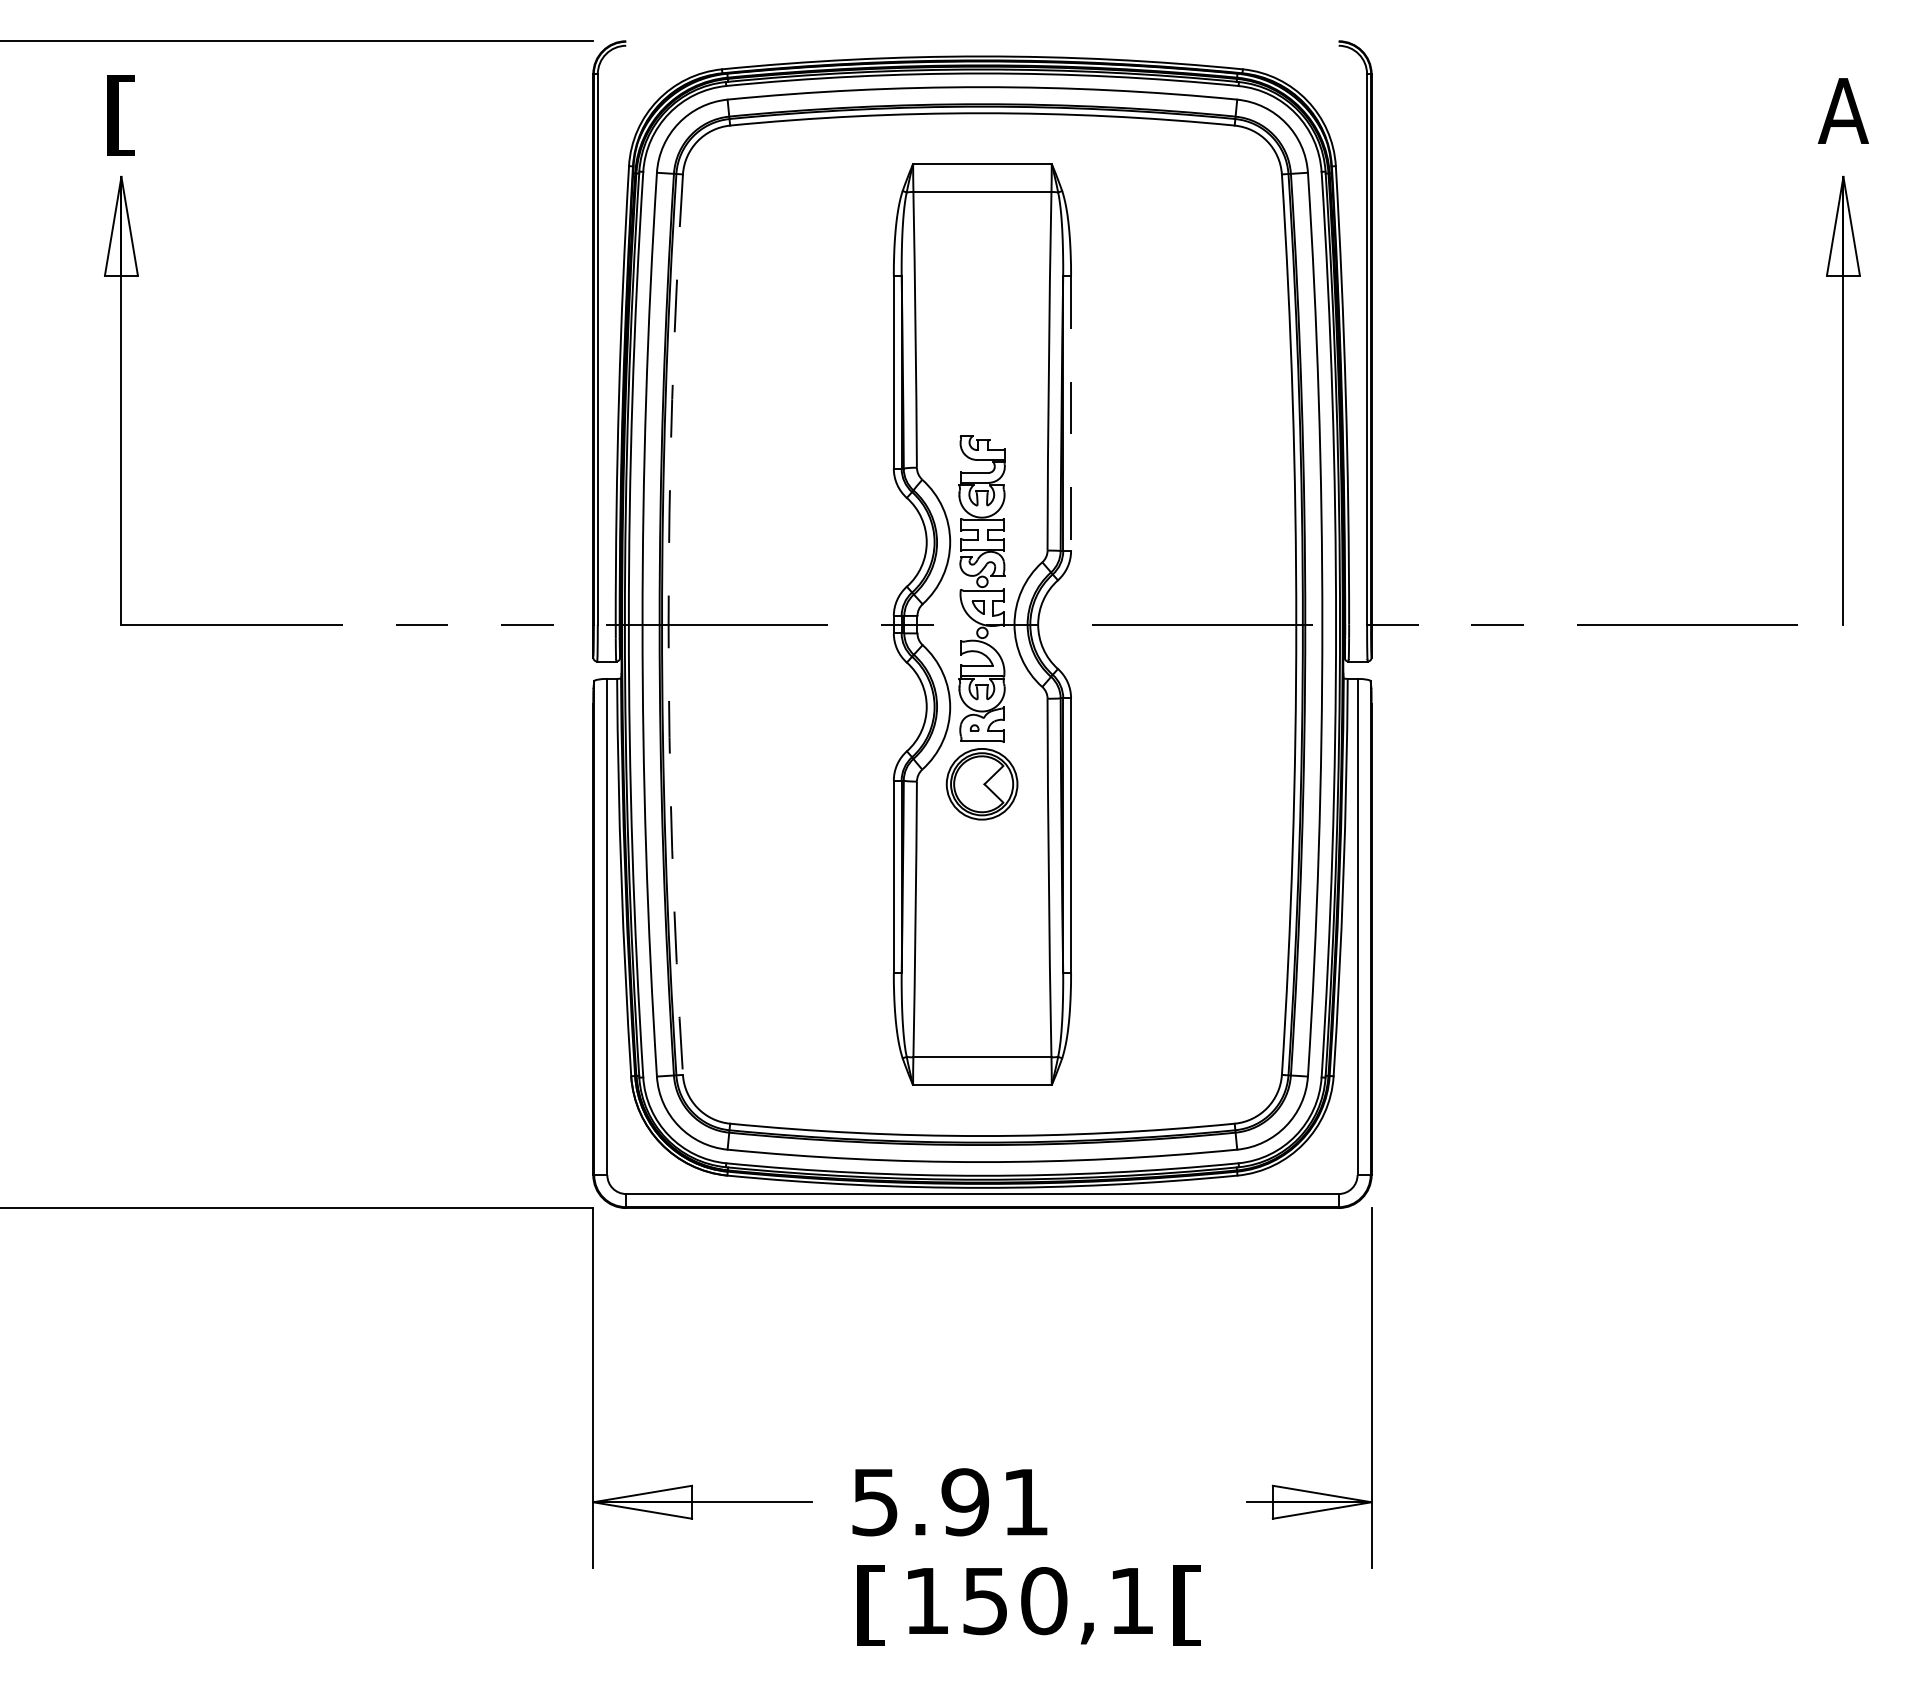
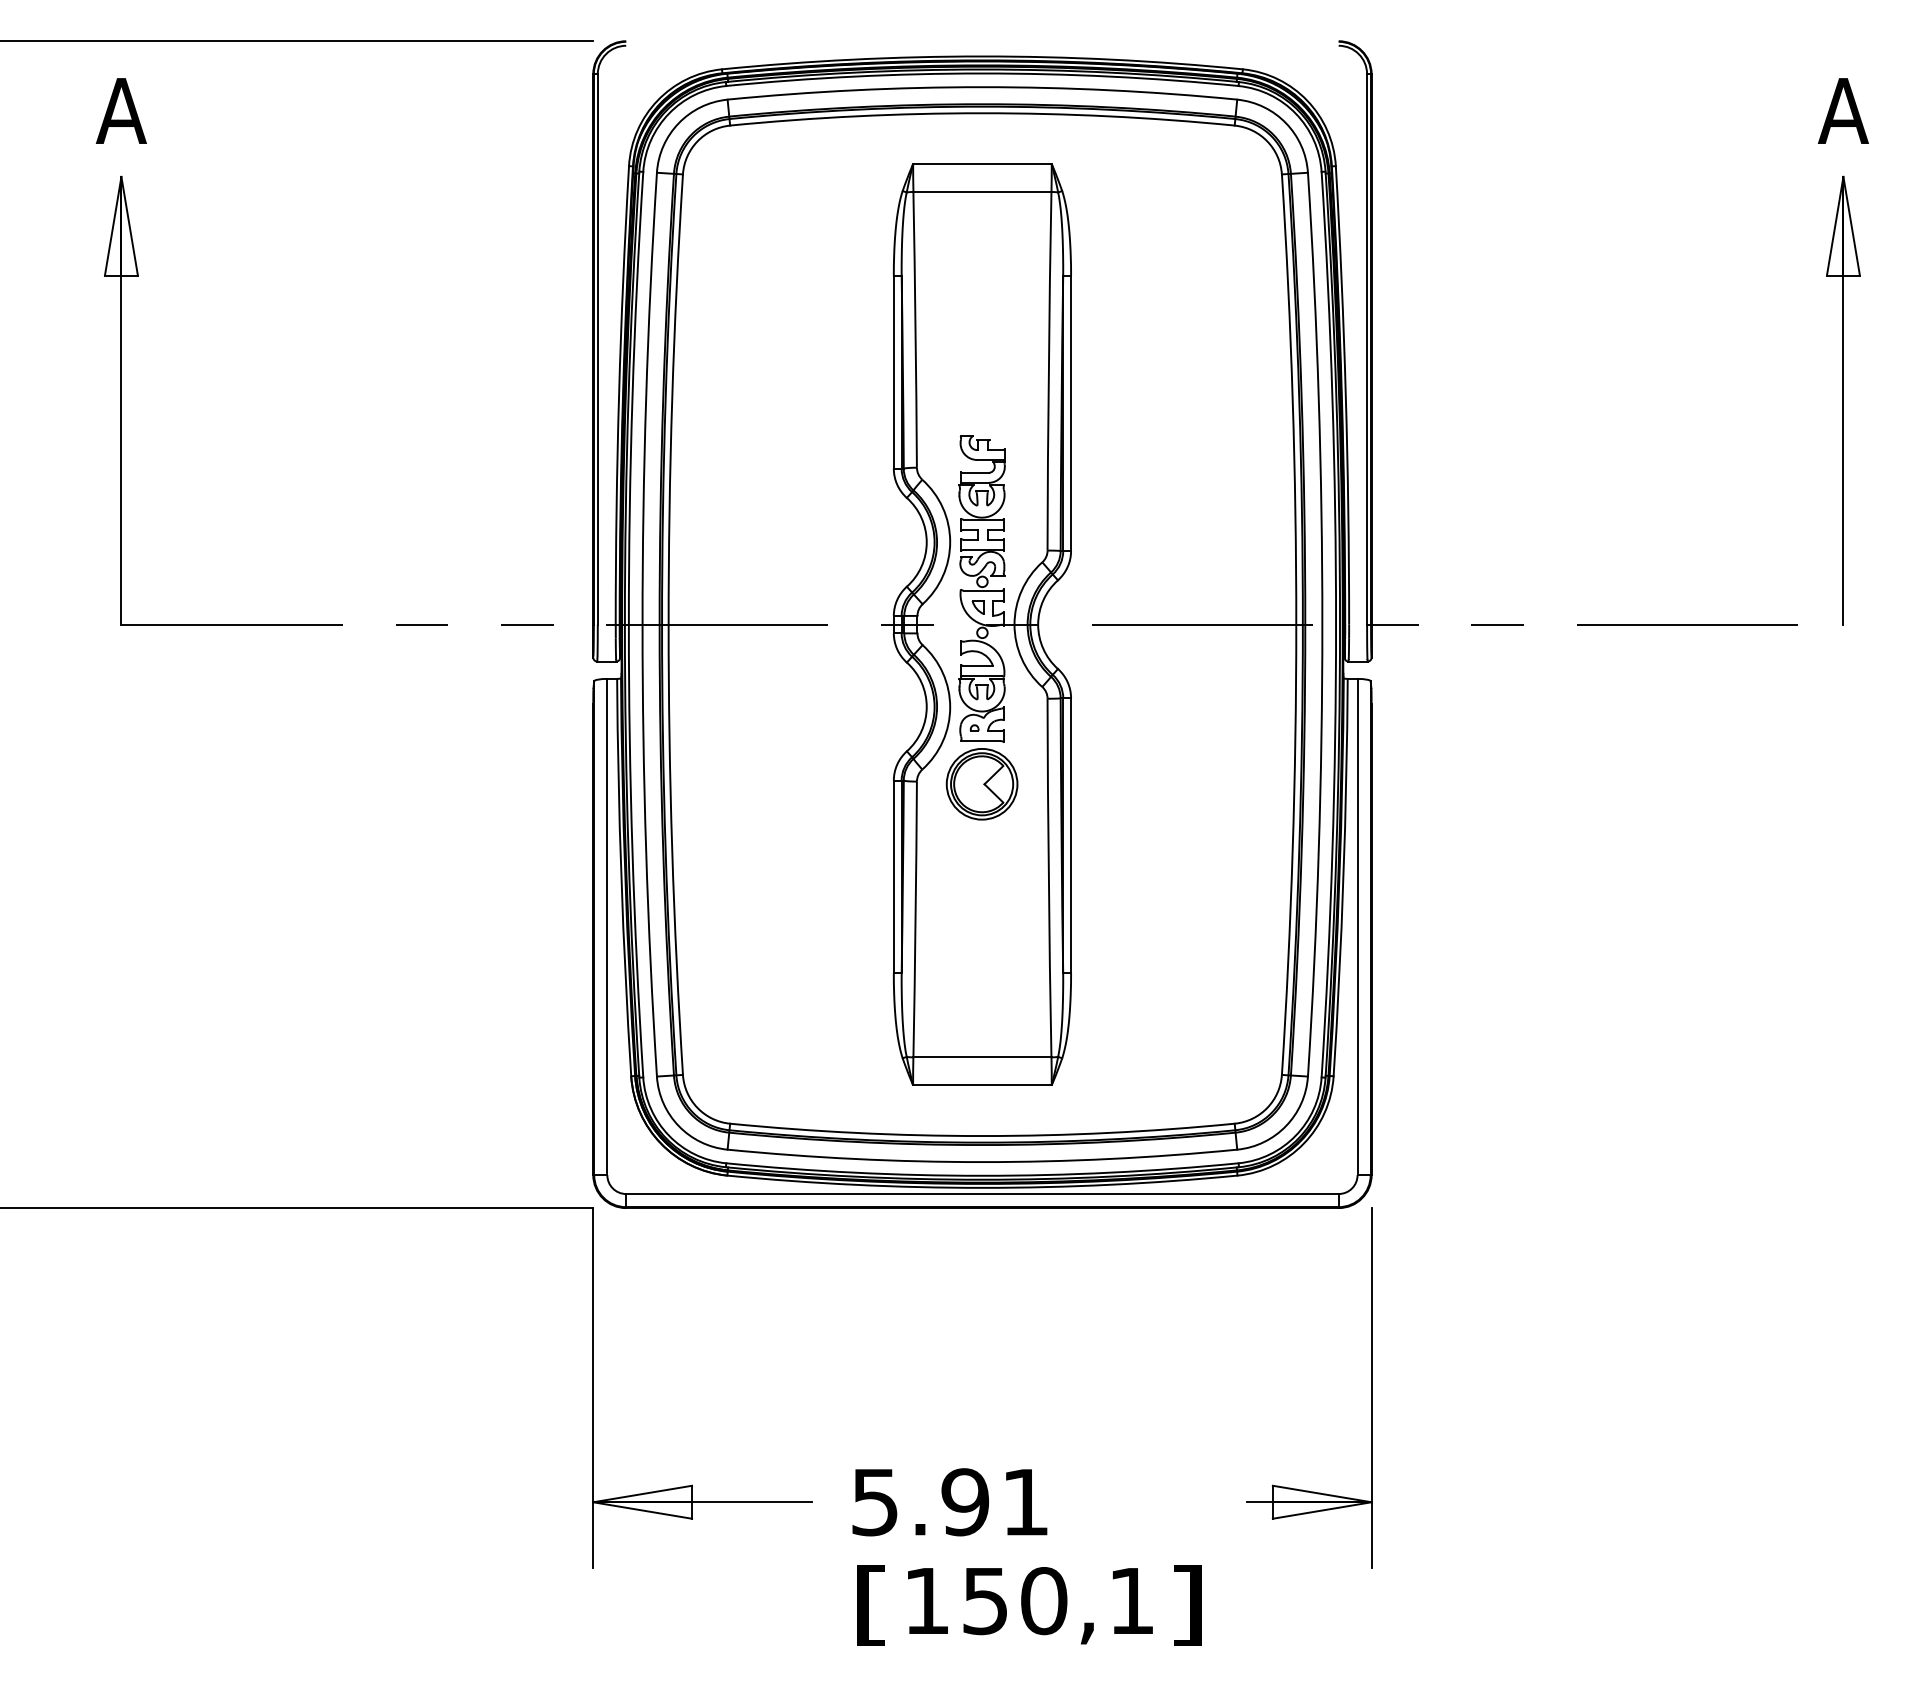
text at (120, 115): [ -> A
line at (1071, 414): dashed -> solid
arc at (668, 624): dashed -> solid
text at (1187, 1605): [ -> ]
